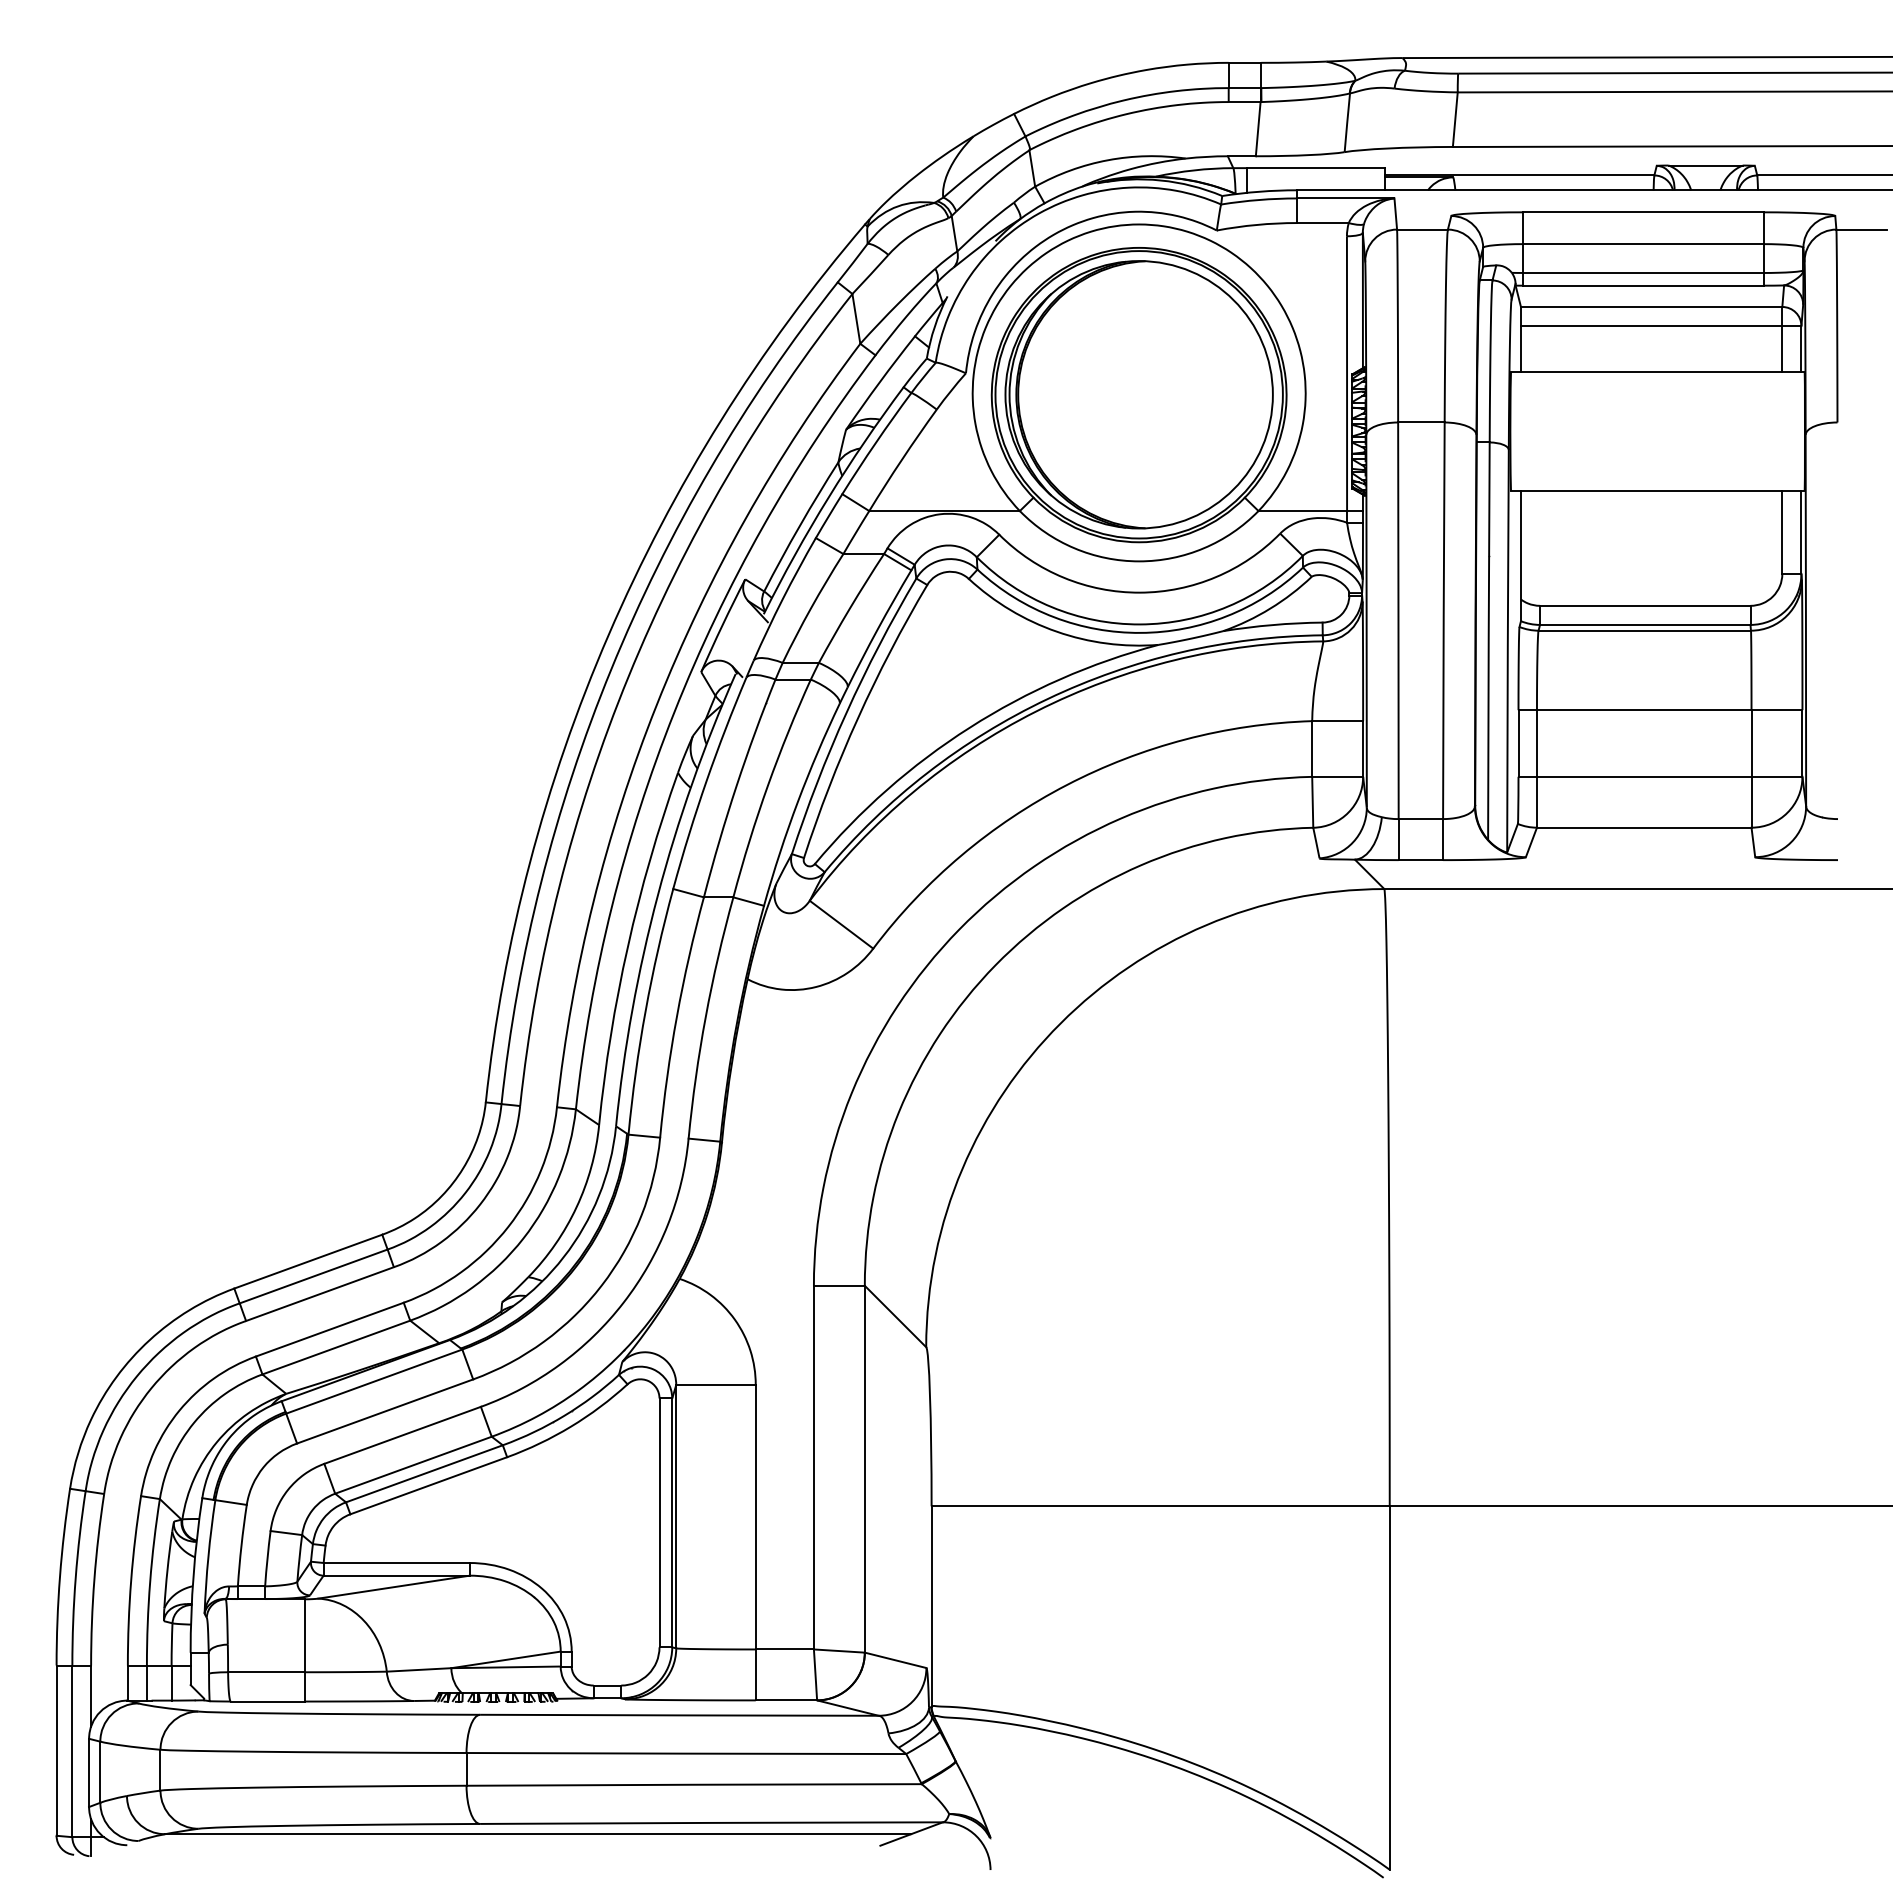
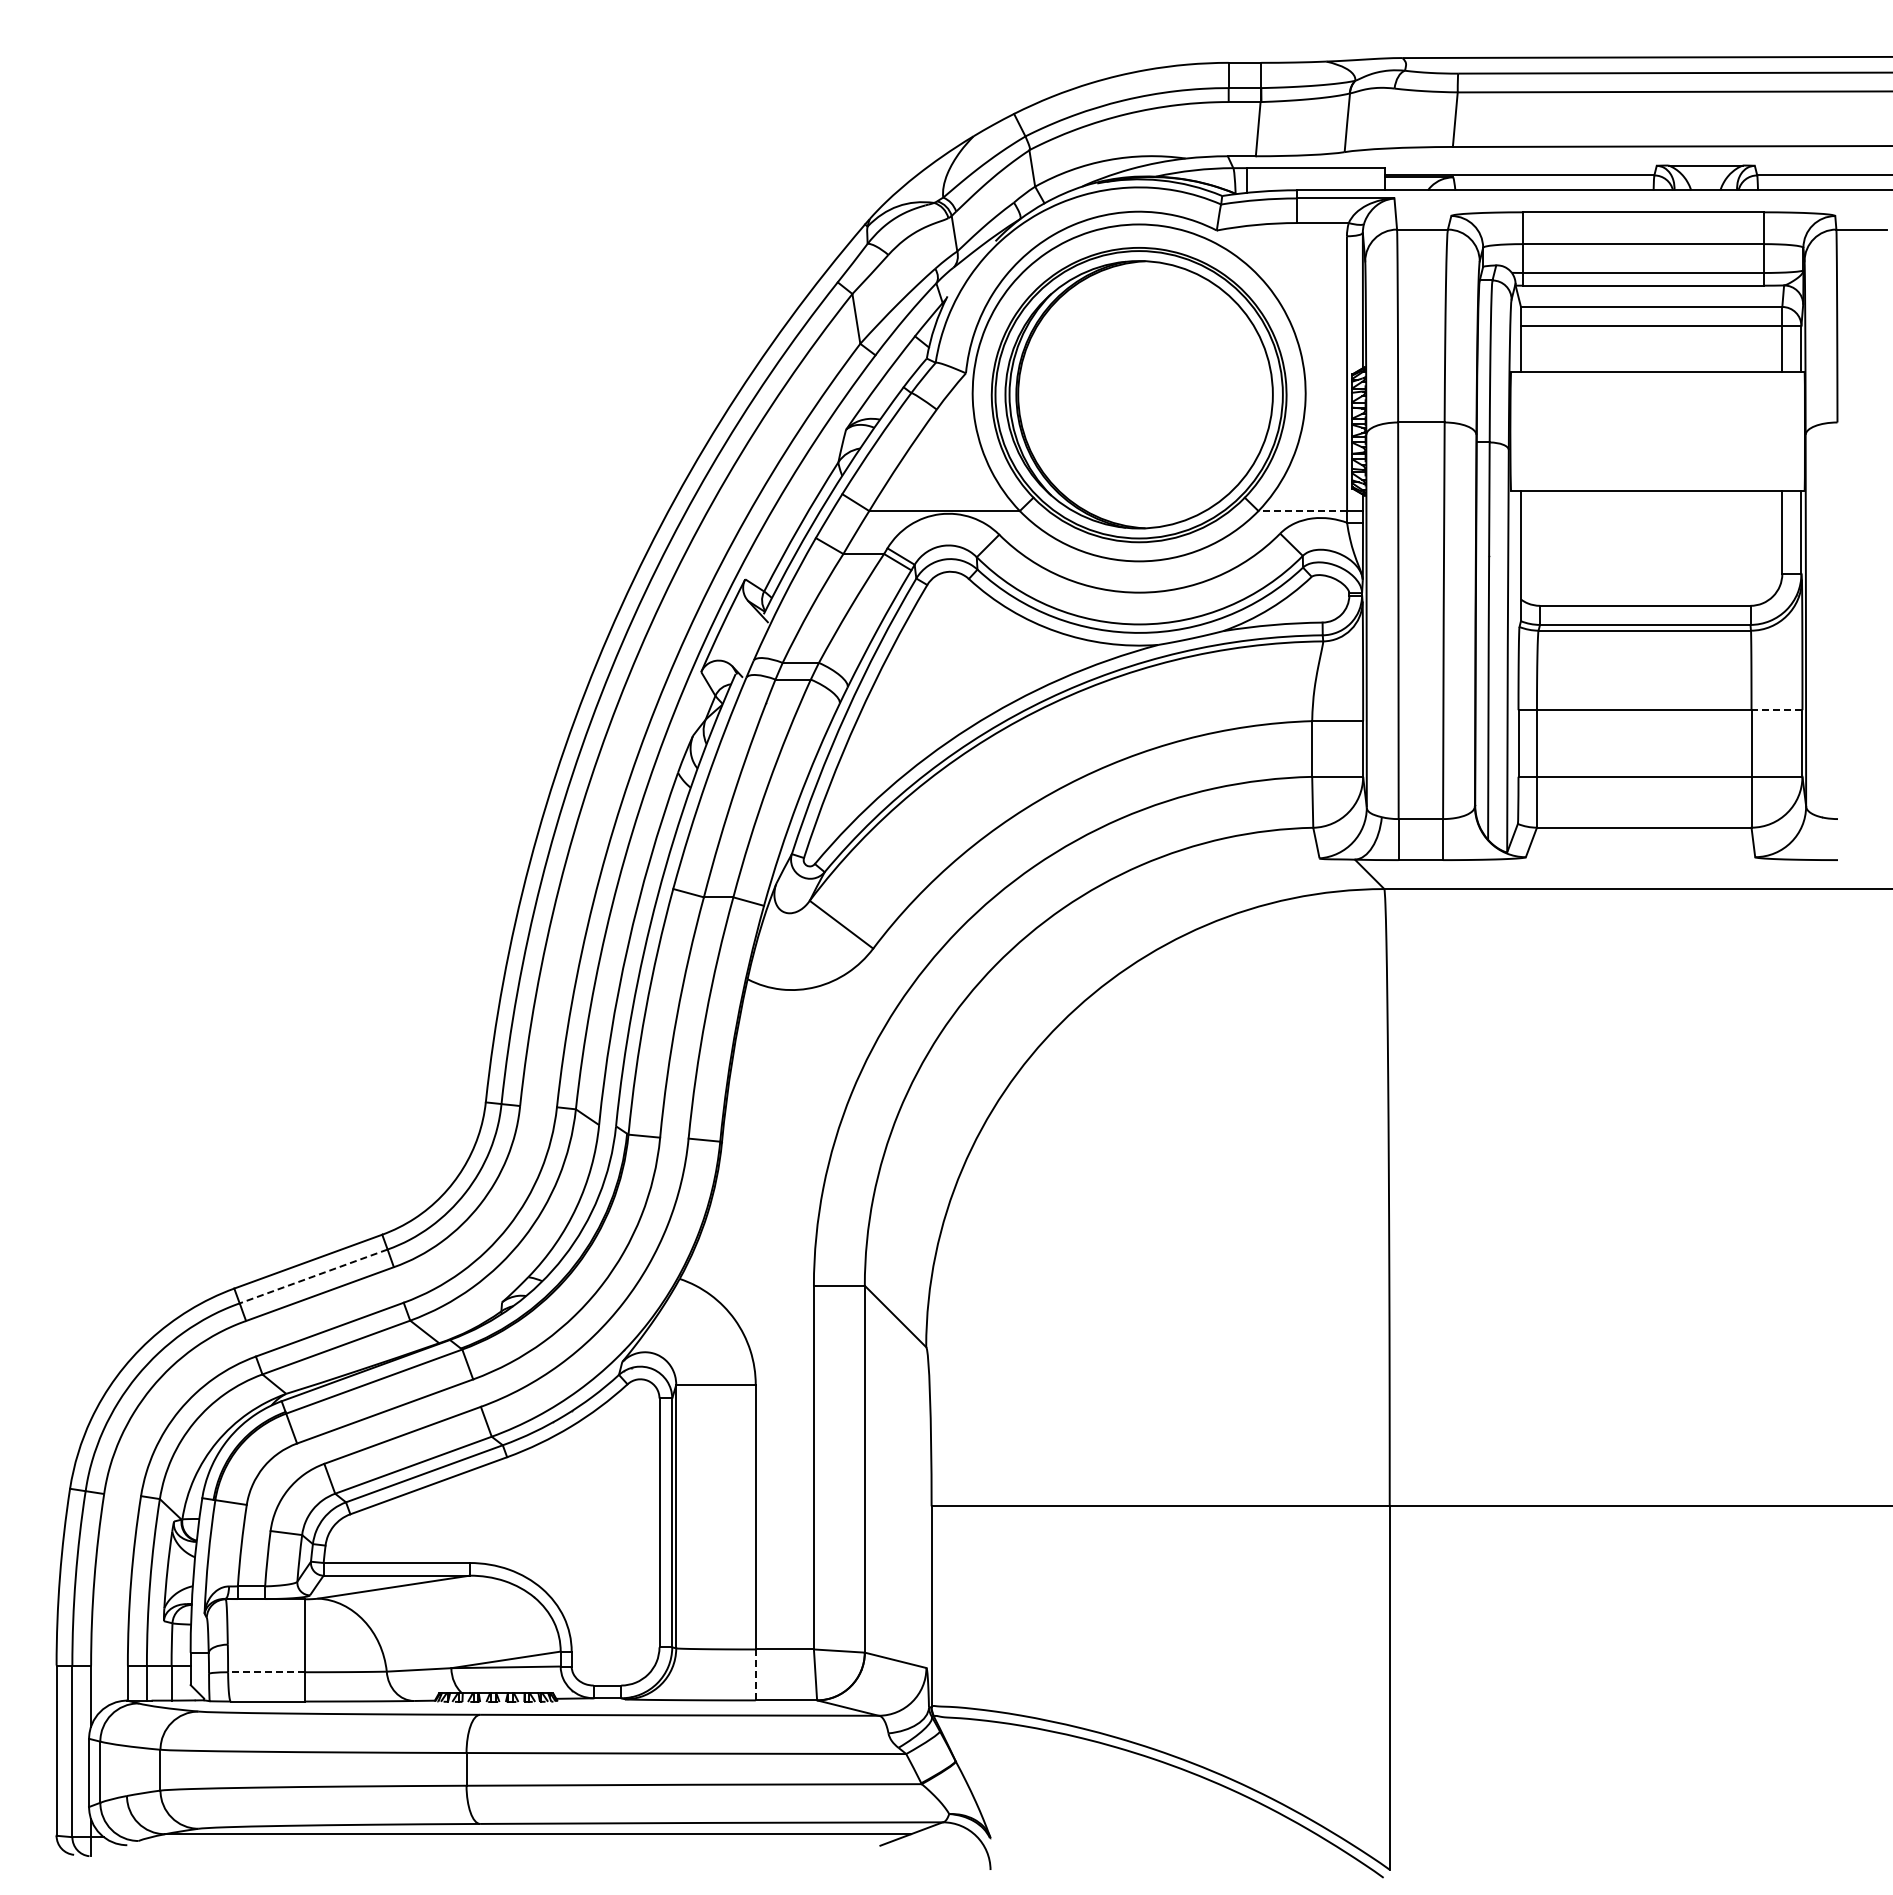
line at (1302, 511): solid -> dashed
line at (1776, 710): solid -> dashed
line at (313, 1276): solid -> dashed
line at (265, 1672): solid -> dashed
line at (755, 1674): solid -> dashed
